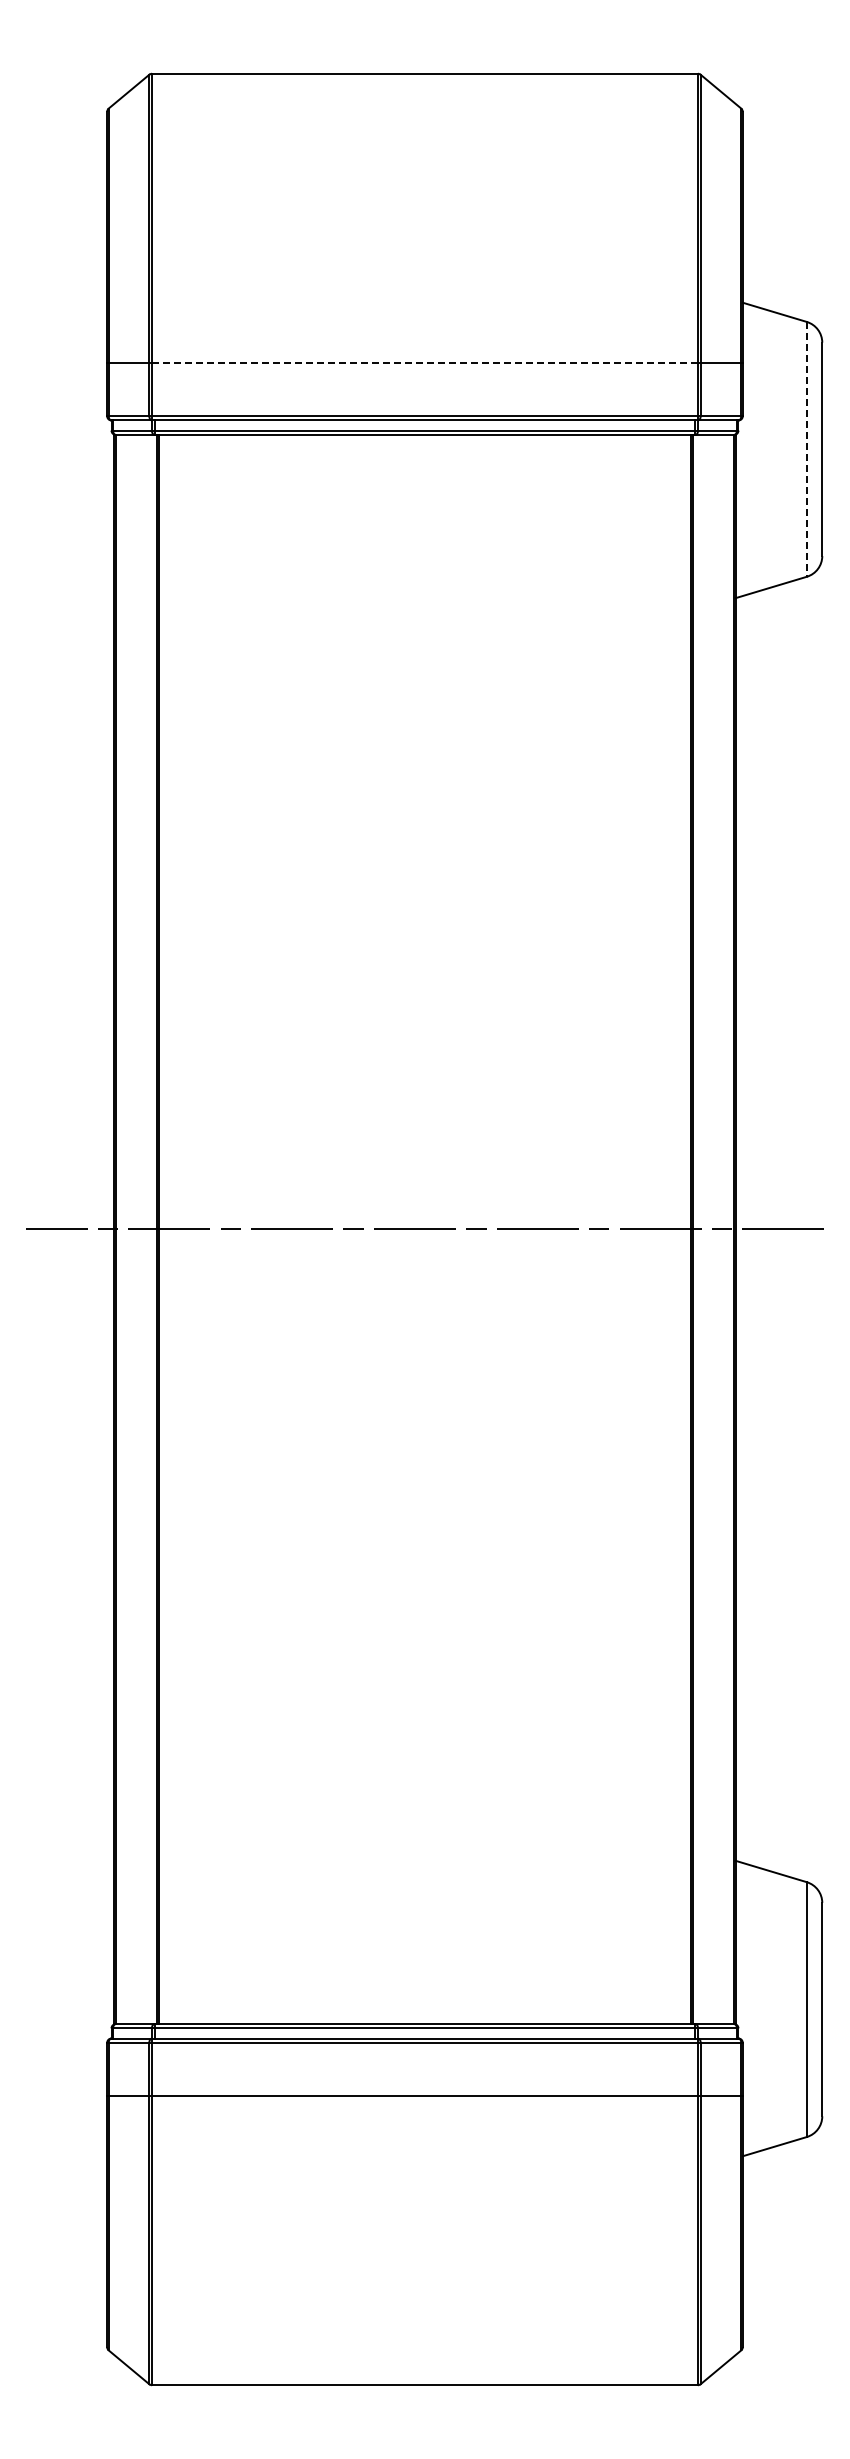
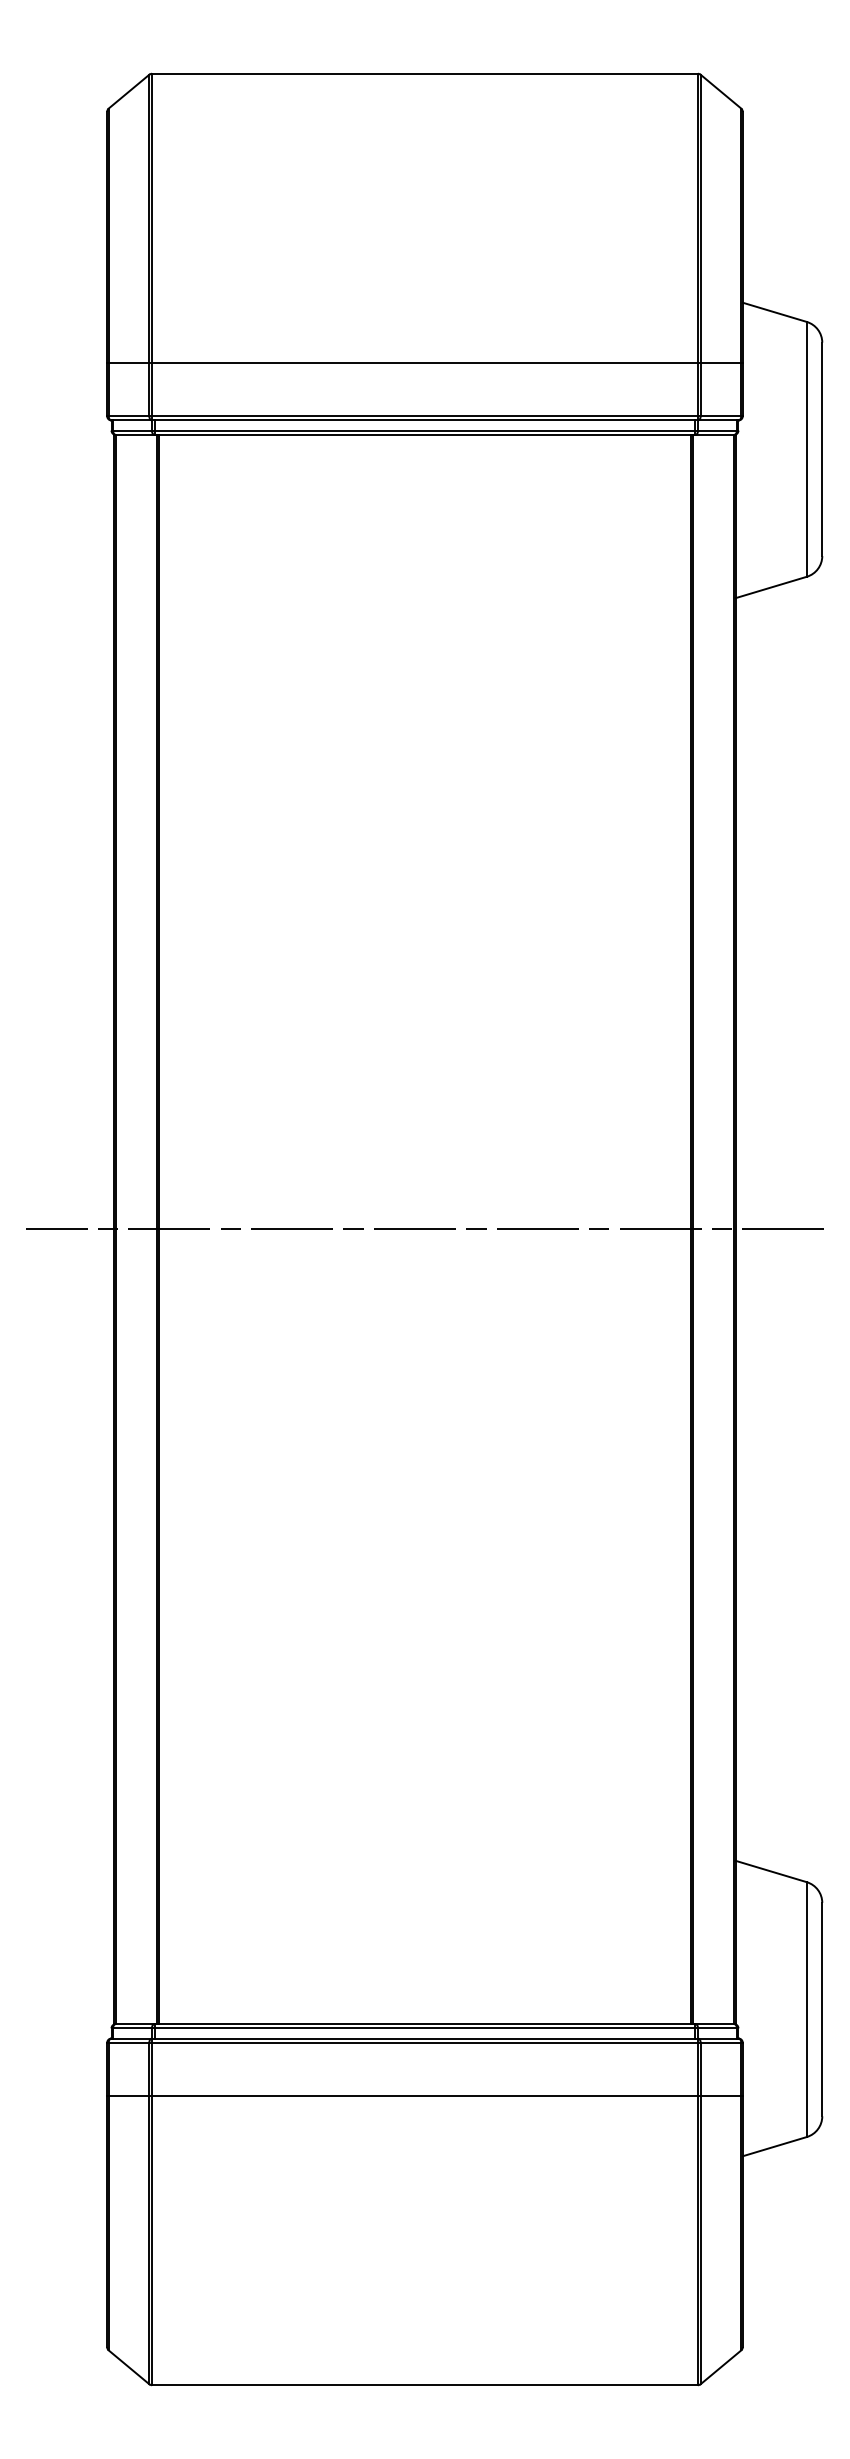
line at (424, 362): dashed -> solid
line at (806, 449): dashed -> solid
